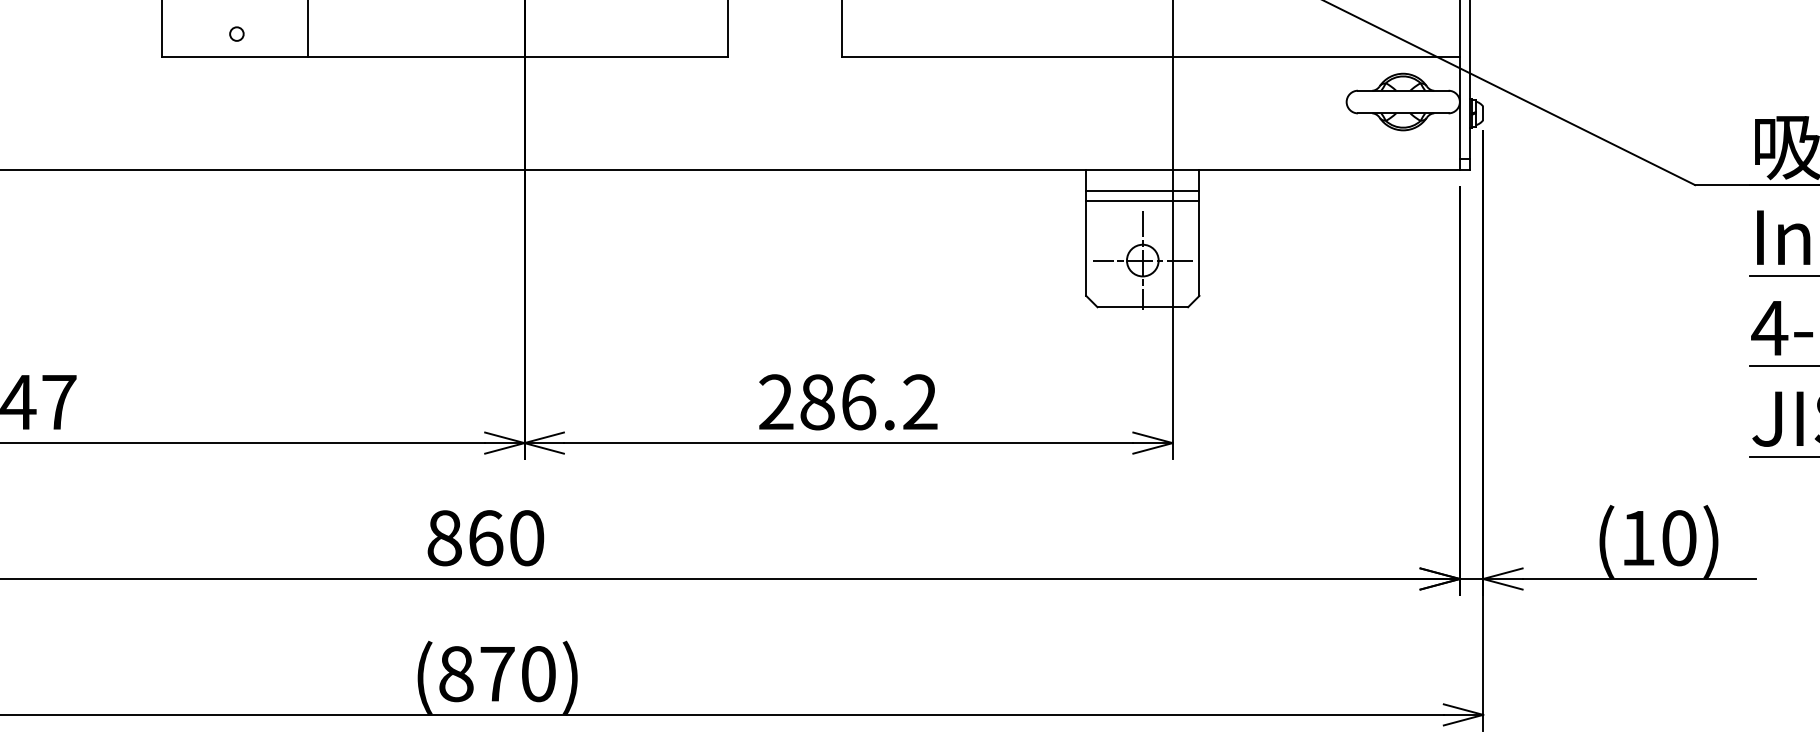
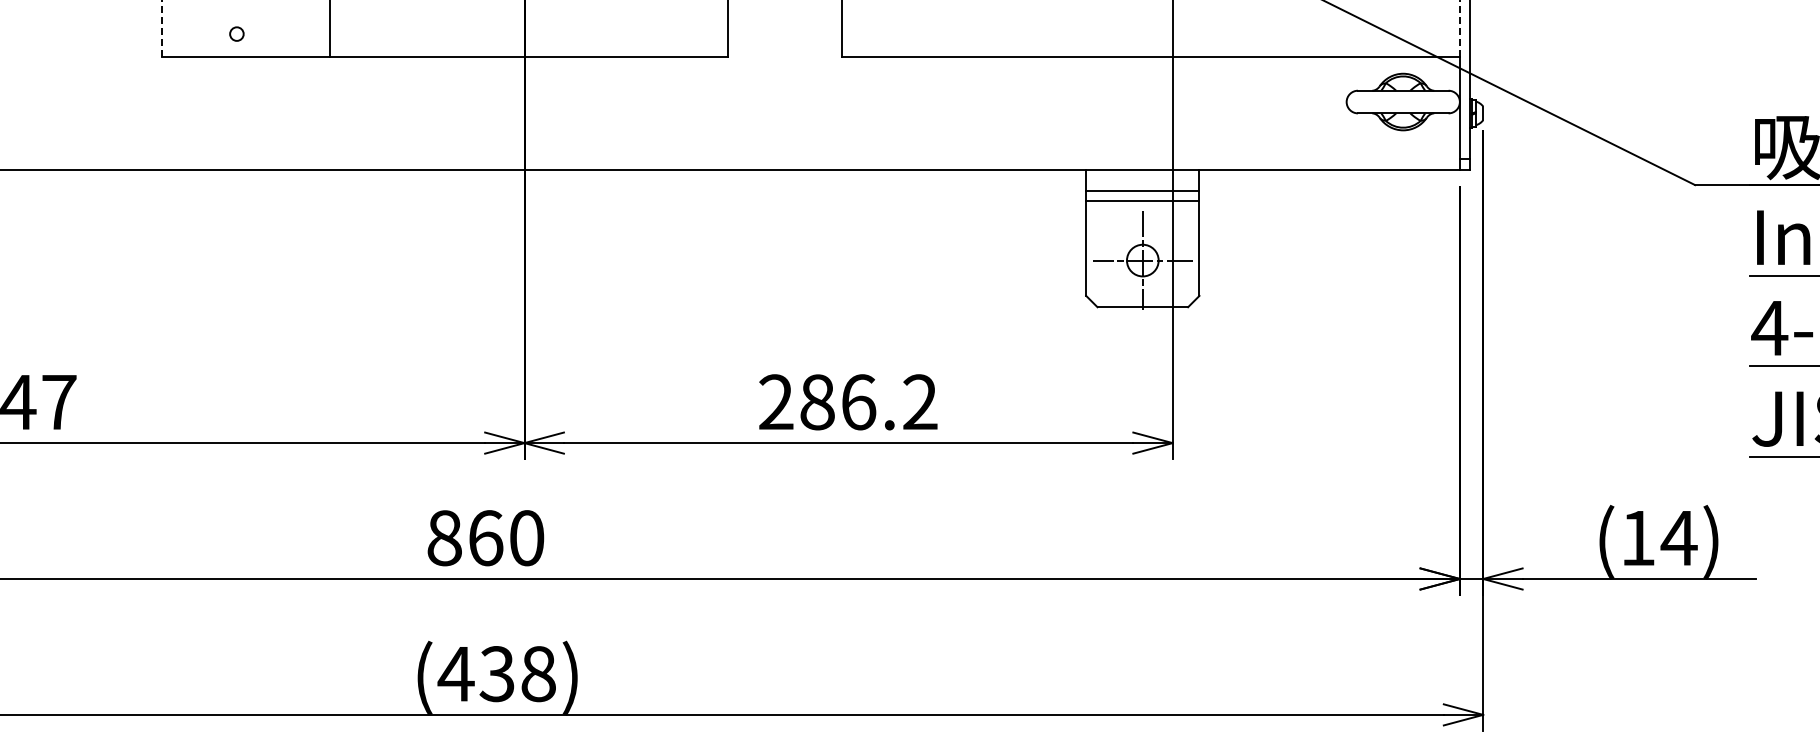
line at (162, 27): solid -> dashed
line at (1459, 28): solid -> dashed
line at (308, 29) position: (308, 29) -> (330, 29)
text at (1678, 538): (10) -> (14)
text at (496, 674): (870) -> (438)
